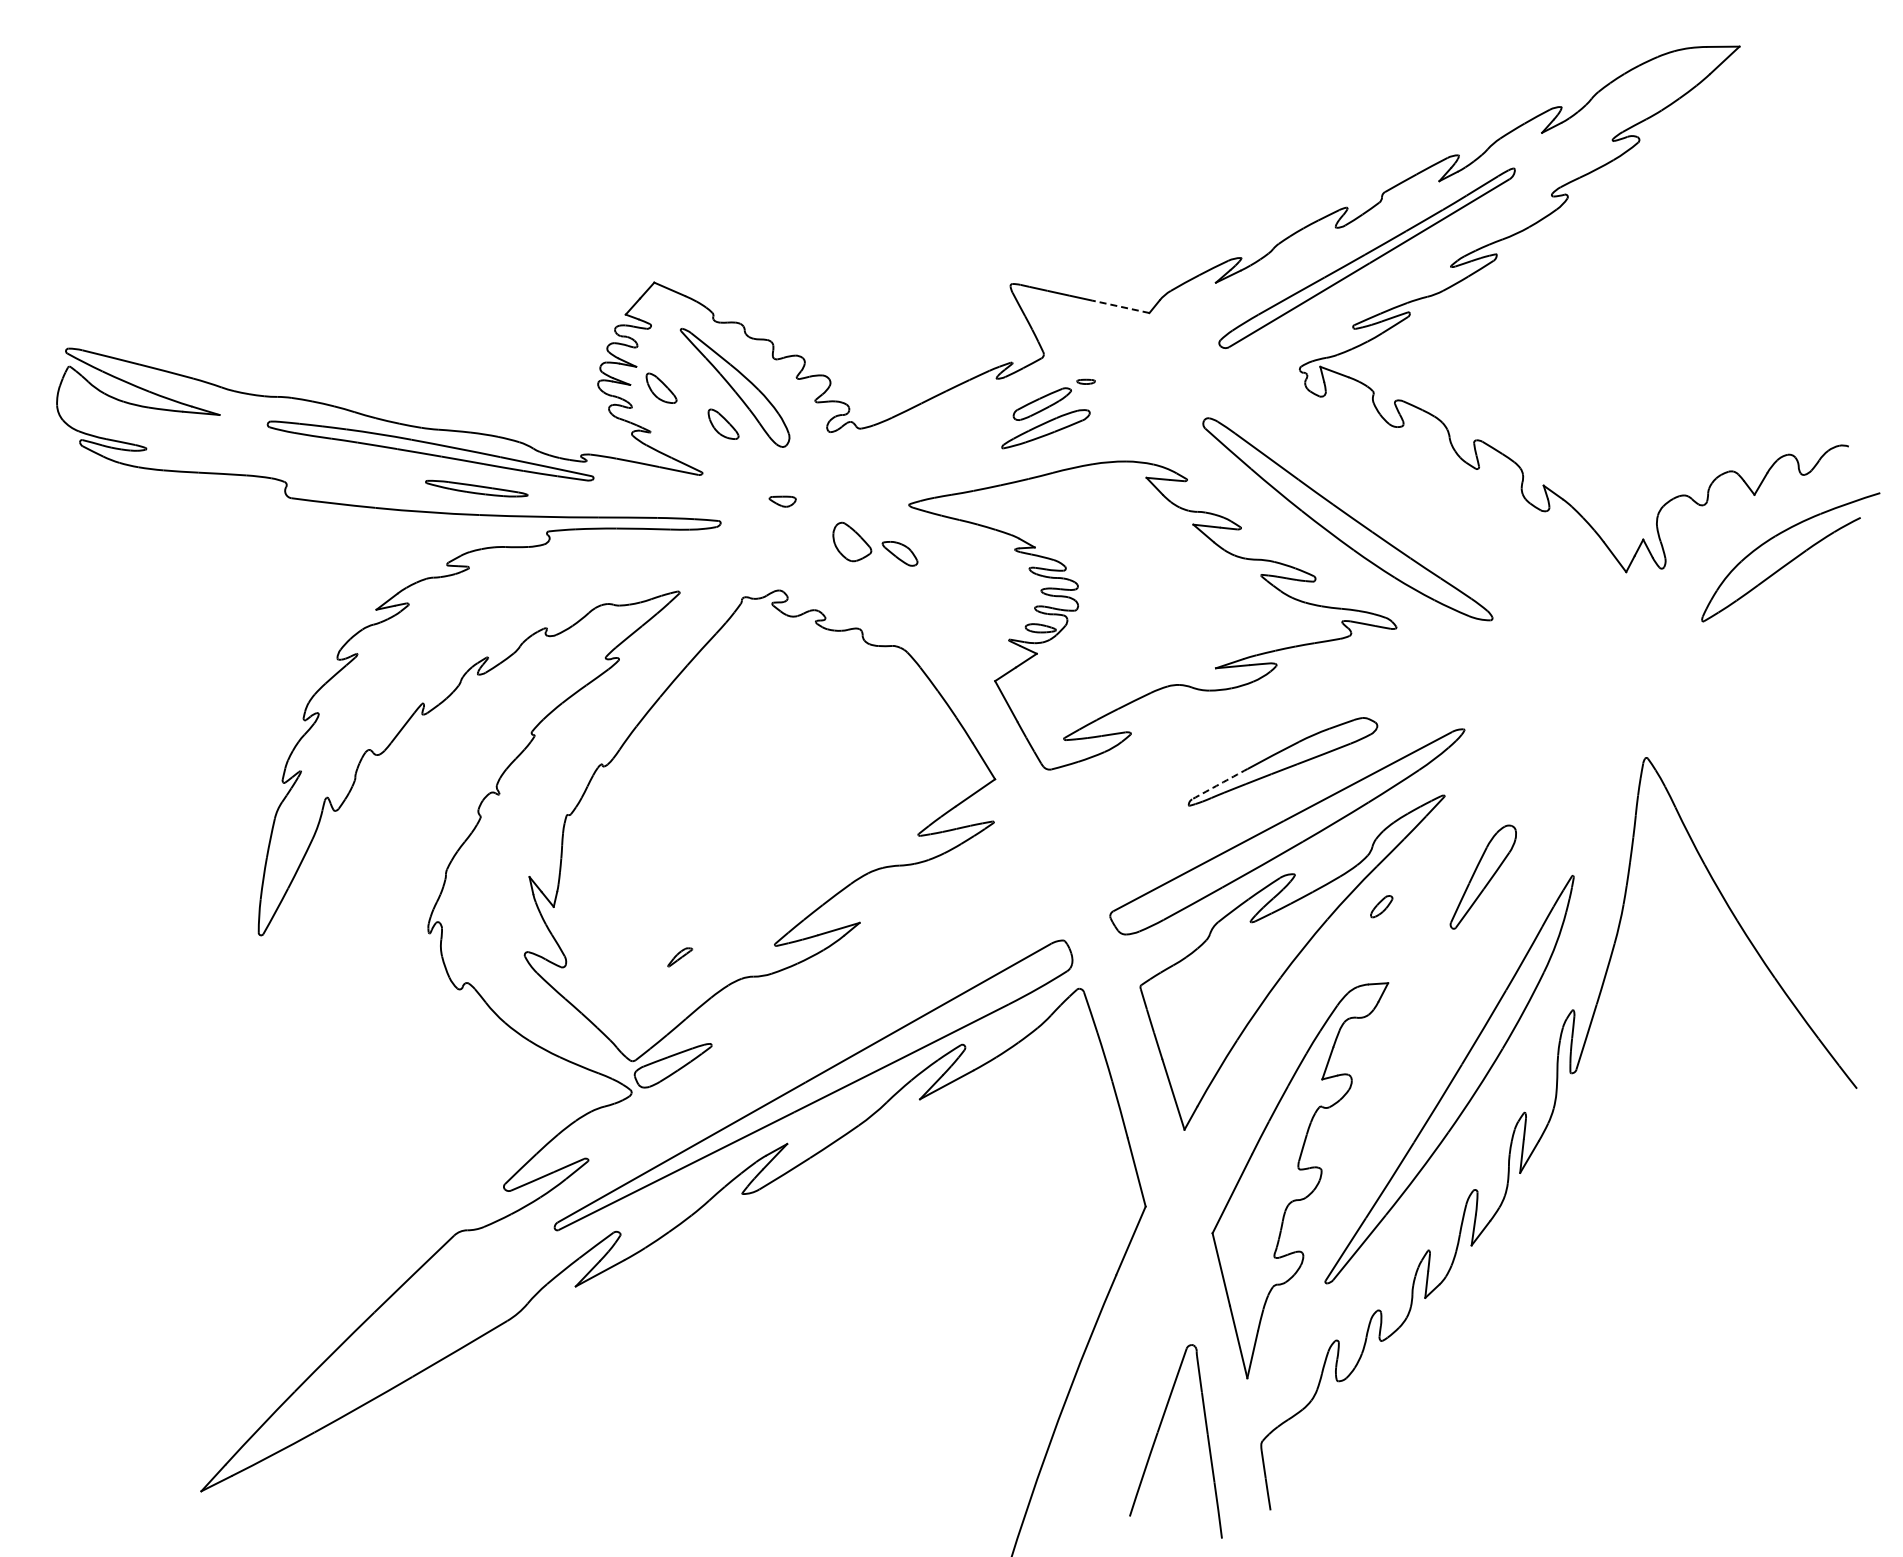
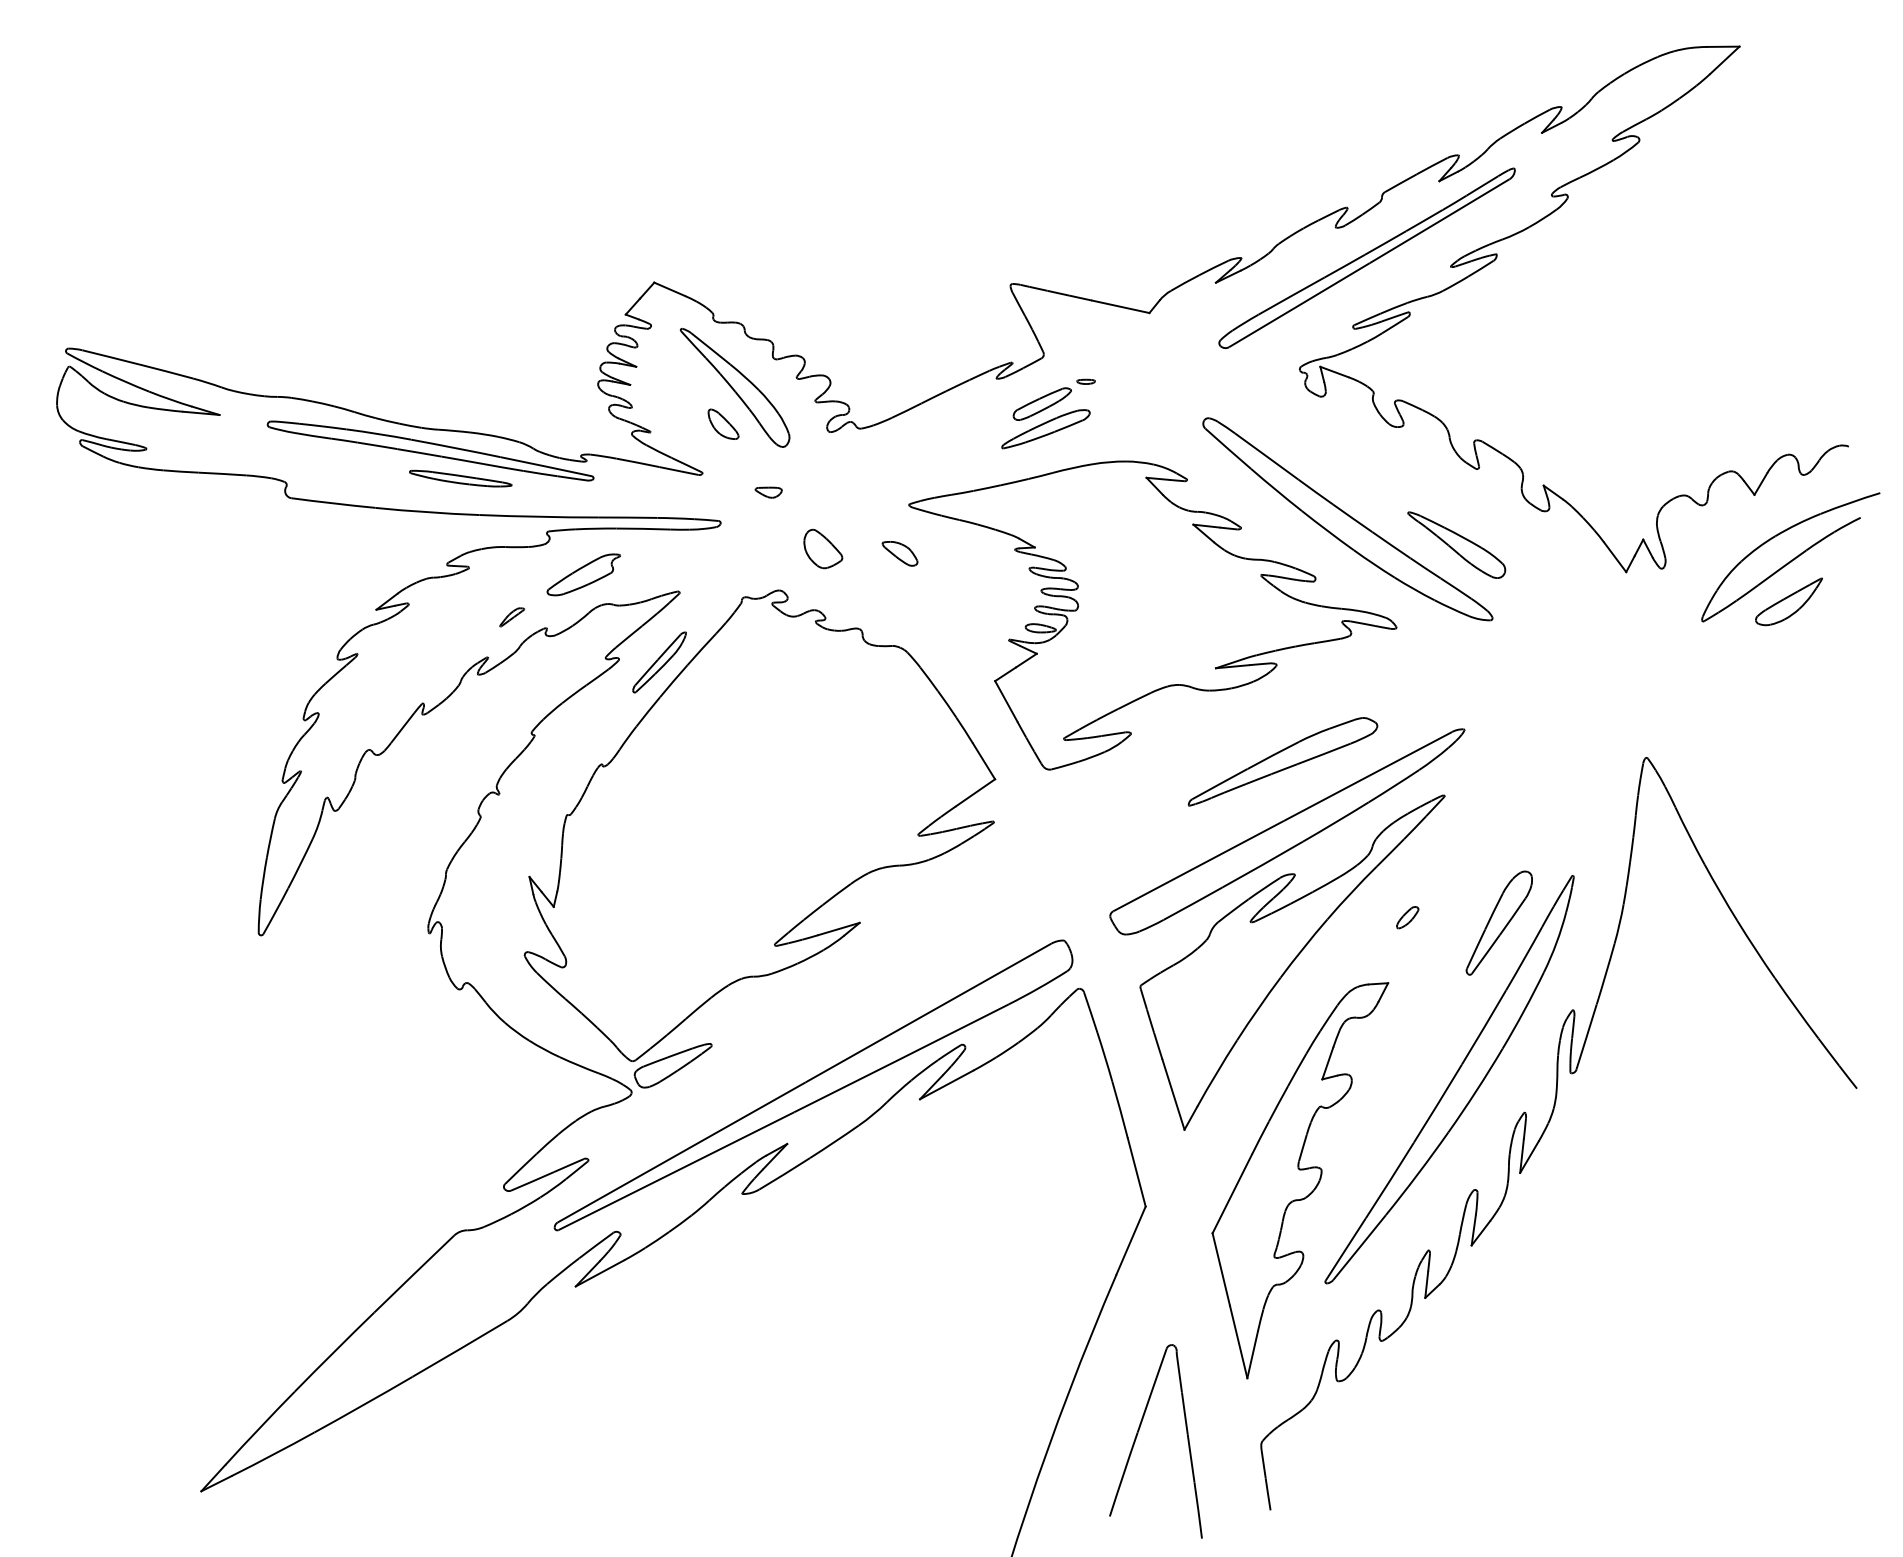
line at (1120, 306): dashed -> solid
part at (661, 387): present -> none
part at (476, 488) position: (476, 488) -> (460, 478)
part at (782, 501) position: (782, 501) -> (768, 492)
part at (852, 541) position: (852, 541) -> (823, 548)
part at (1456, 544): none -> present
part at (583, 574): none -> present
part at (1788, 601): none -> present
part at (659, 662): none -> present
arc at (1219, 784): dashed -> solid
part at (1482, 876) position: (1482, 876) -> (1498, 922)
part at (1381, 906) position: (1381, 906) -> (1407, 917)
part at (680, 957) position: (680, 957) -> (512, 617)
part at (1157, 1436) position: (1157, 1436) -> (1137, 1436)
